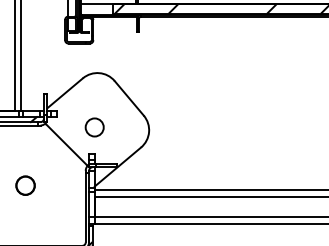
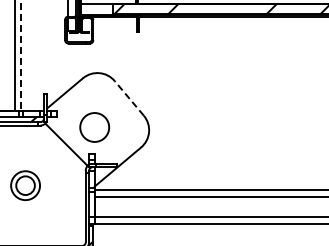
line at (21, 56): solid -> dashed
line at (129, 98): solid -> dashed
circle at (94, 127) diameter: 18 px -> 29 px
circle at (25, 185) diameter: 18 px -> 29 px
